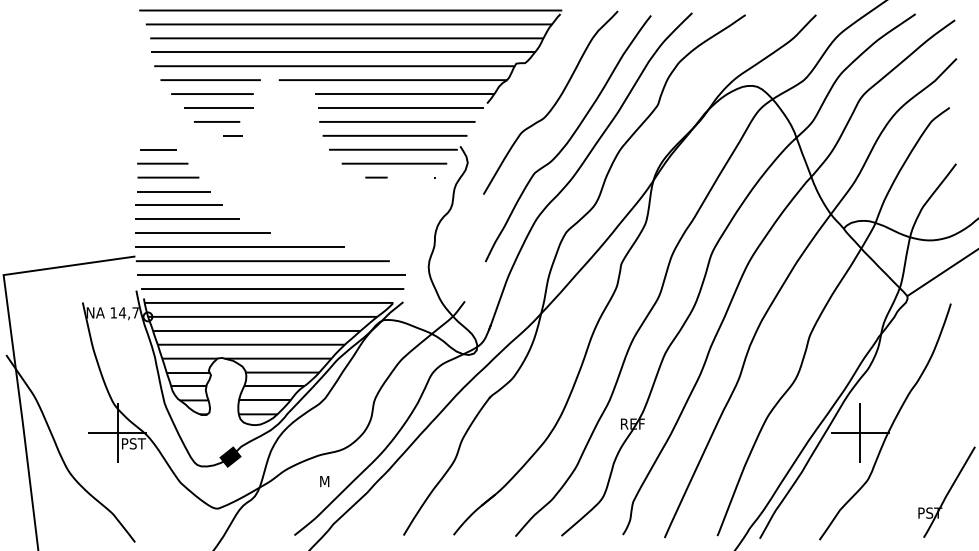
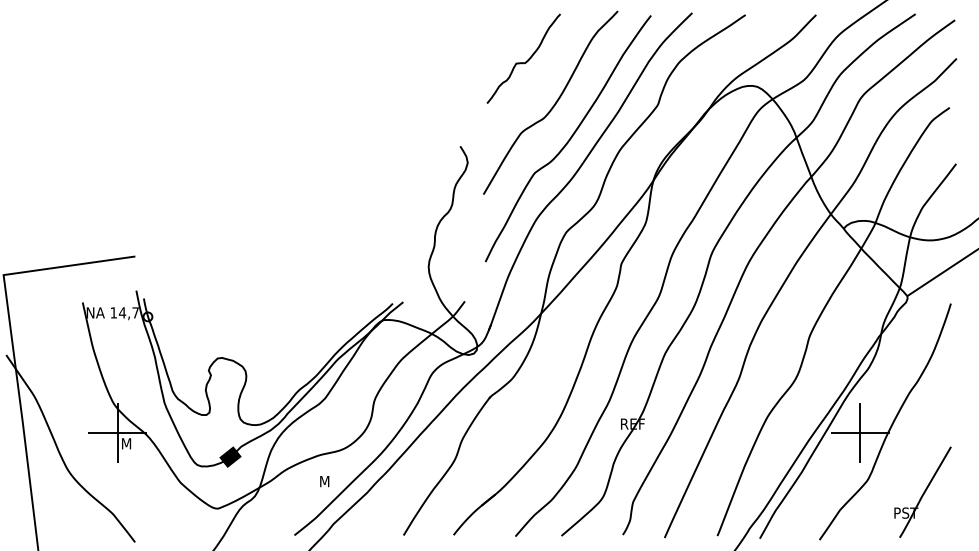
hatch at (350, 93): present -> none
hatch at (269, 281): present -> none
text at (134, 443): PST -> M
part at (946, 491) position: (946, 491) -> (922, 491)
